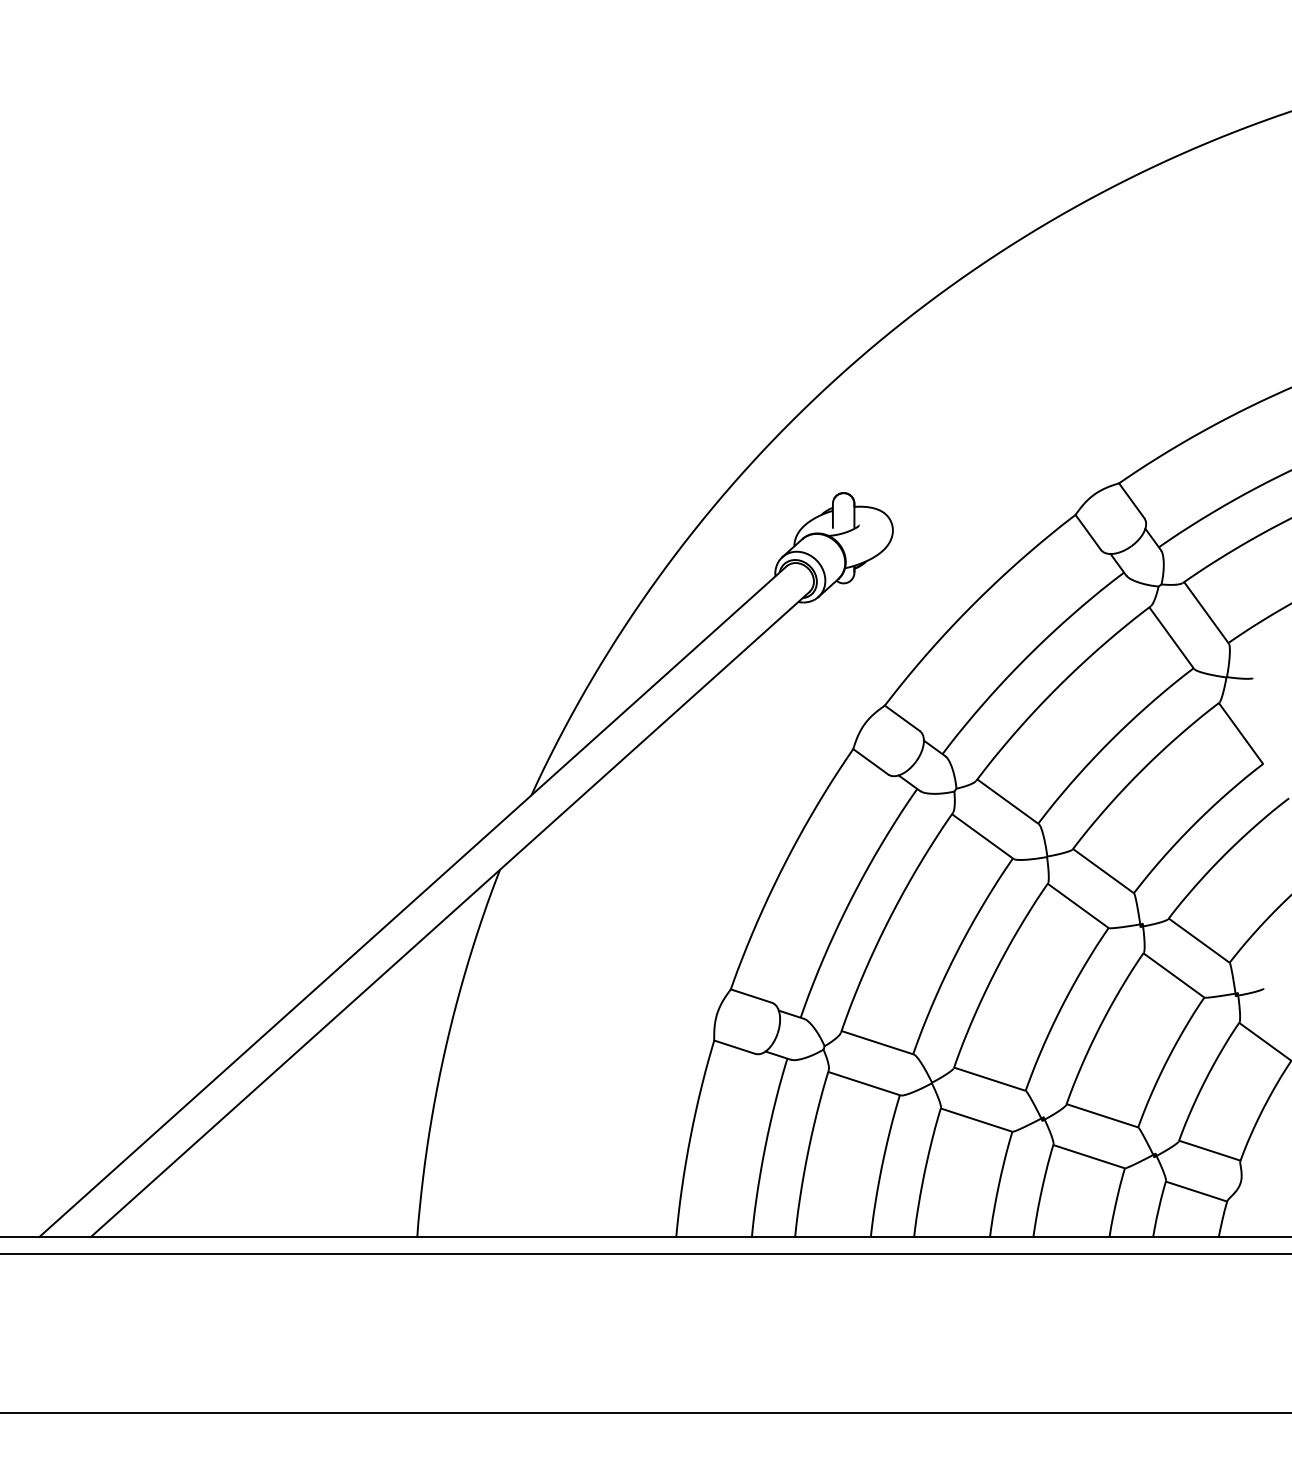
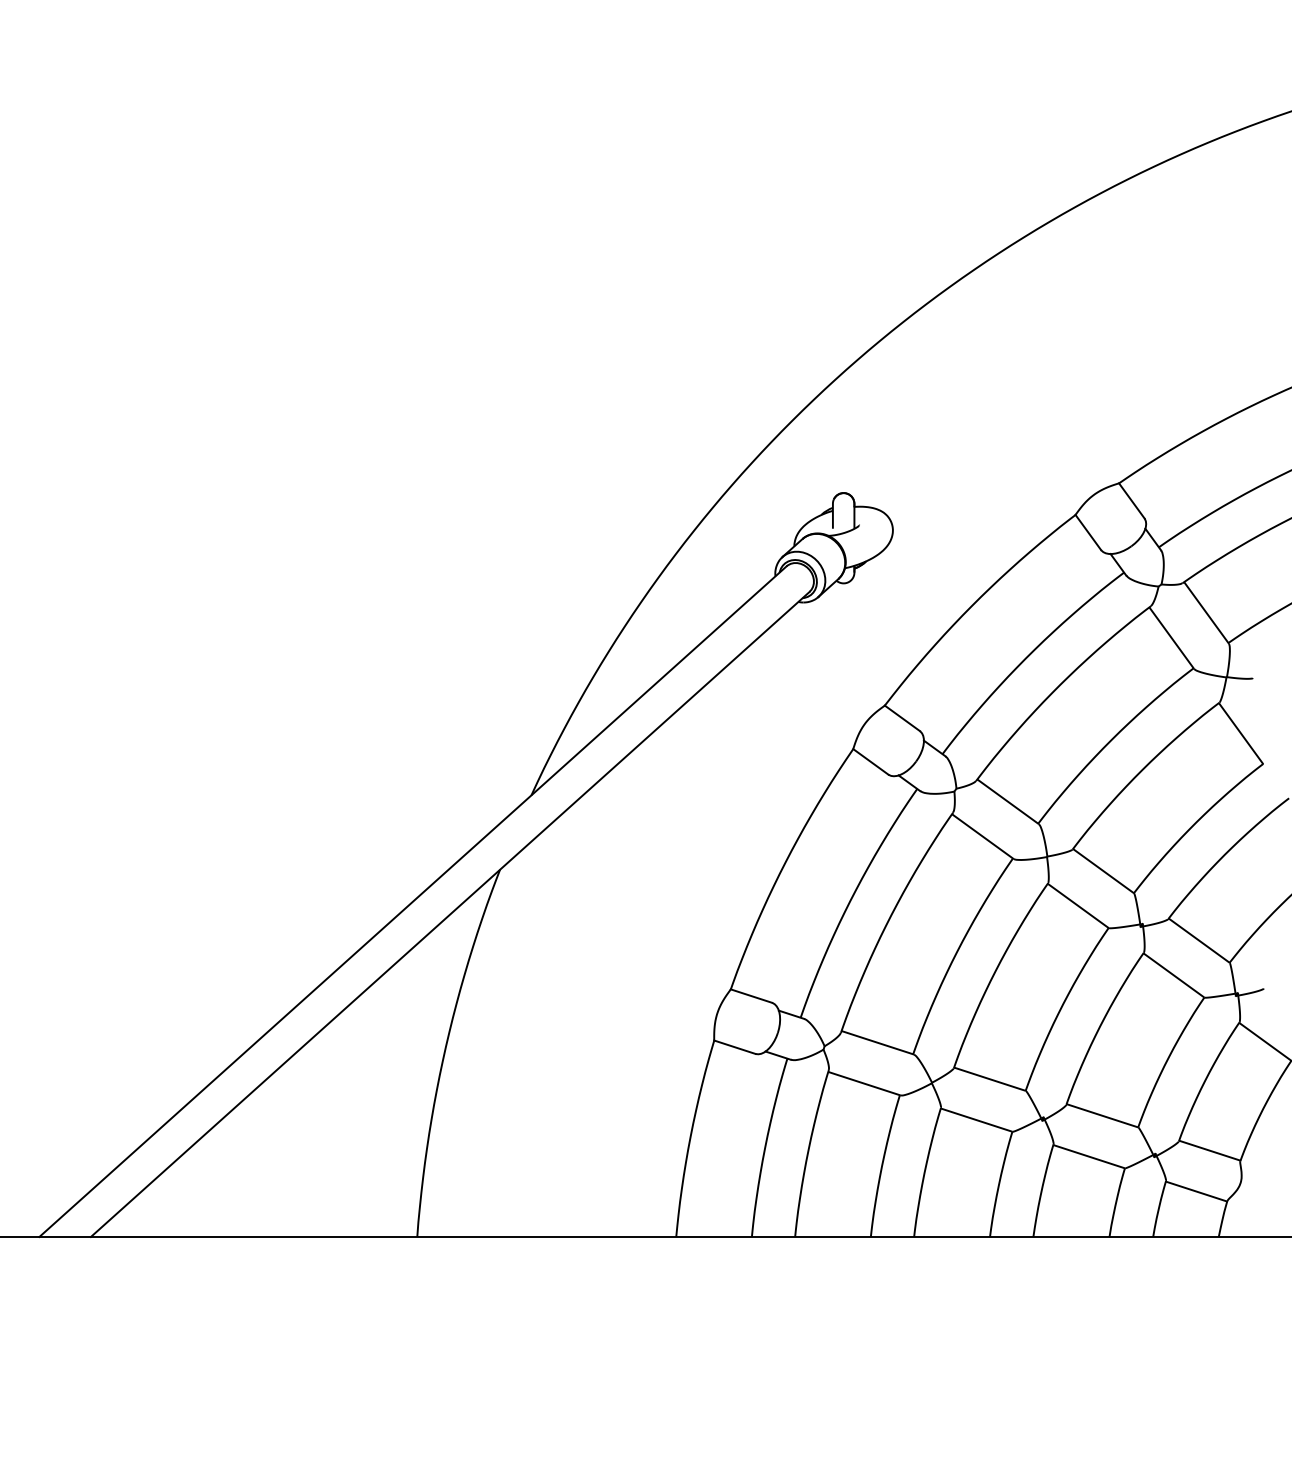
line at (645, 1254): present -> none
line at (645, 1413): present -> none
